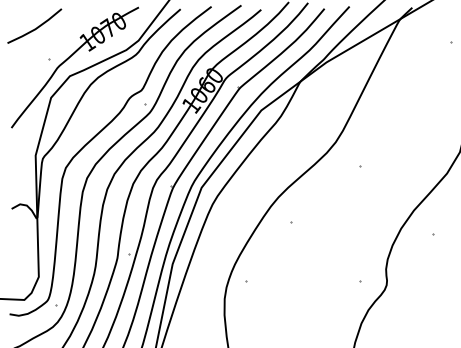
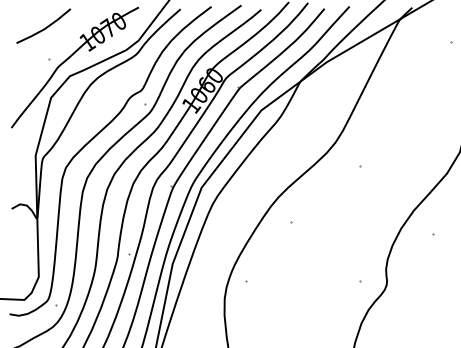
line at (36, 27) position: (36, 27) -> (45, 27)
